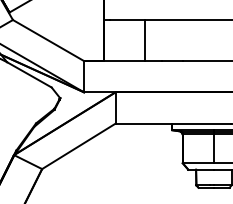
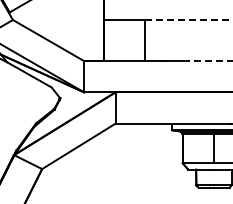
line at (188, 19): solid -> dashed
line at (208, 61): solid -> dashed
